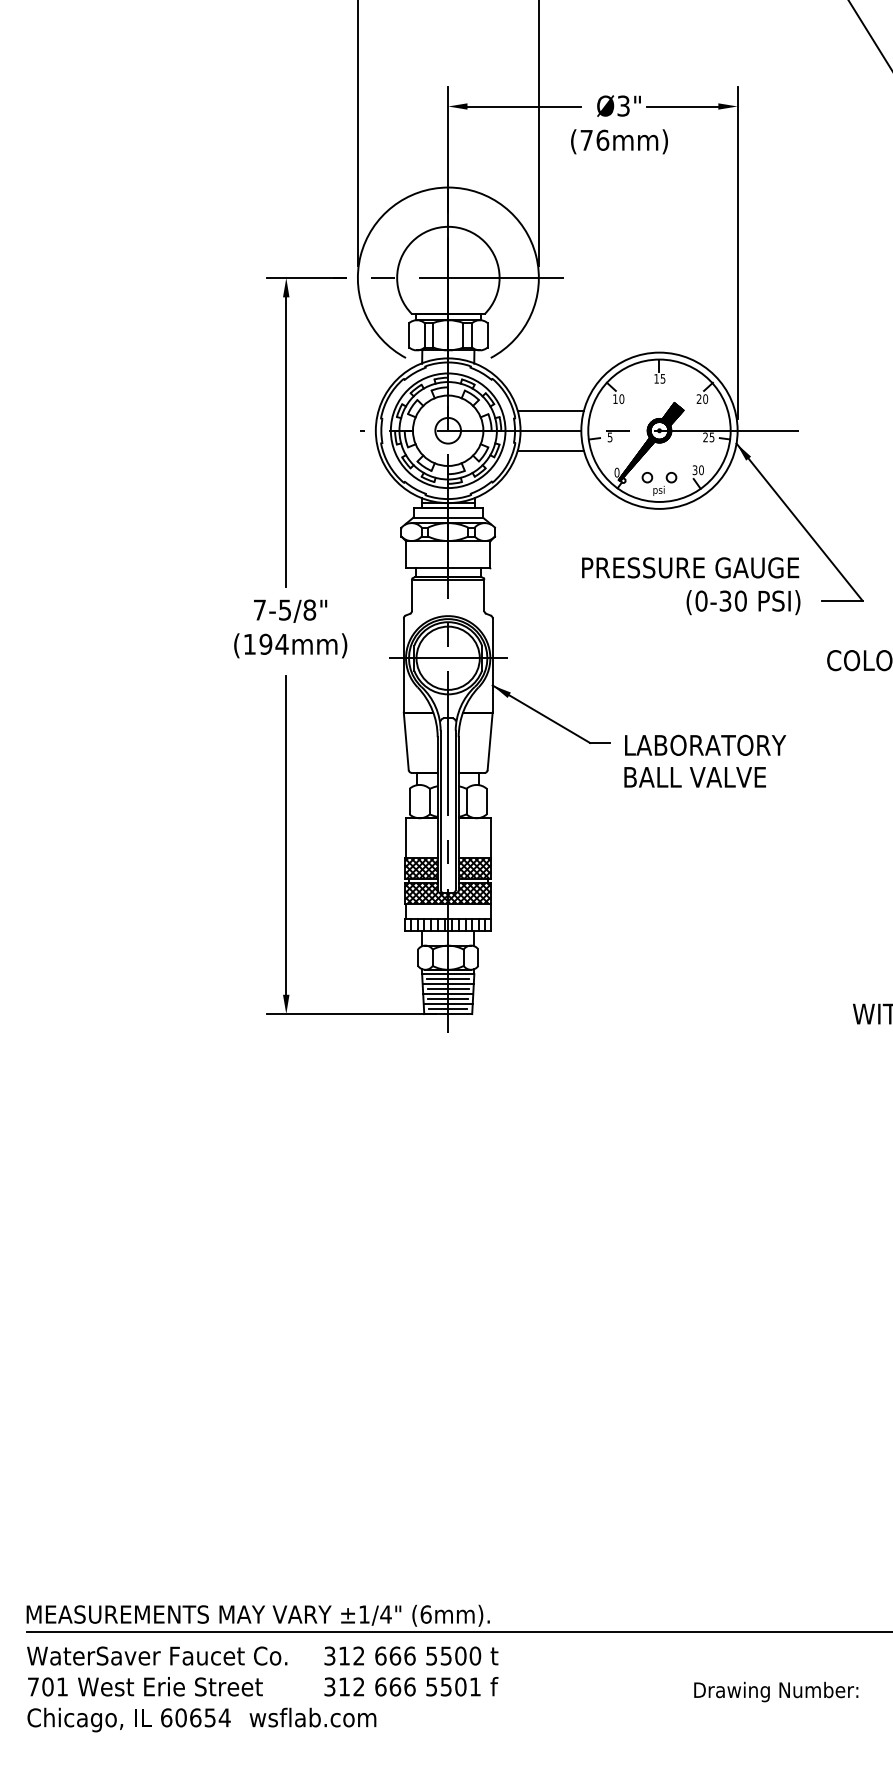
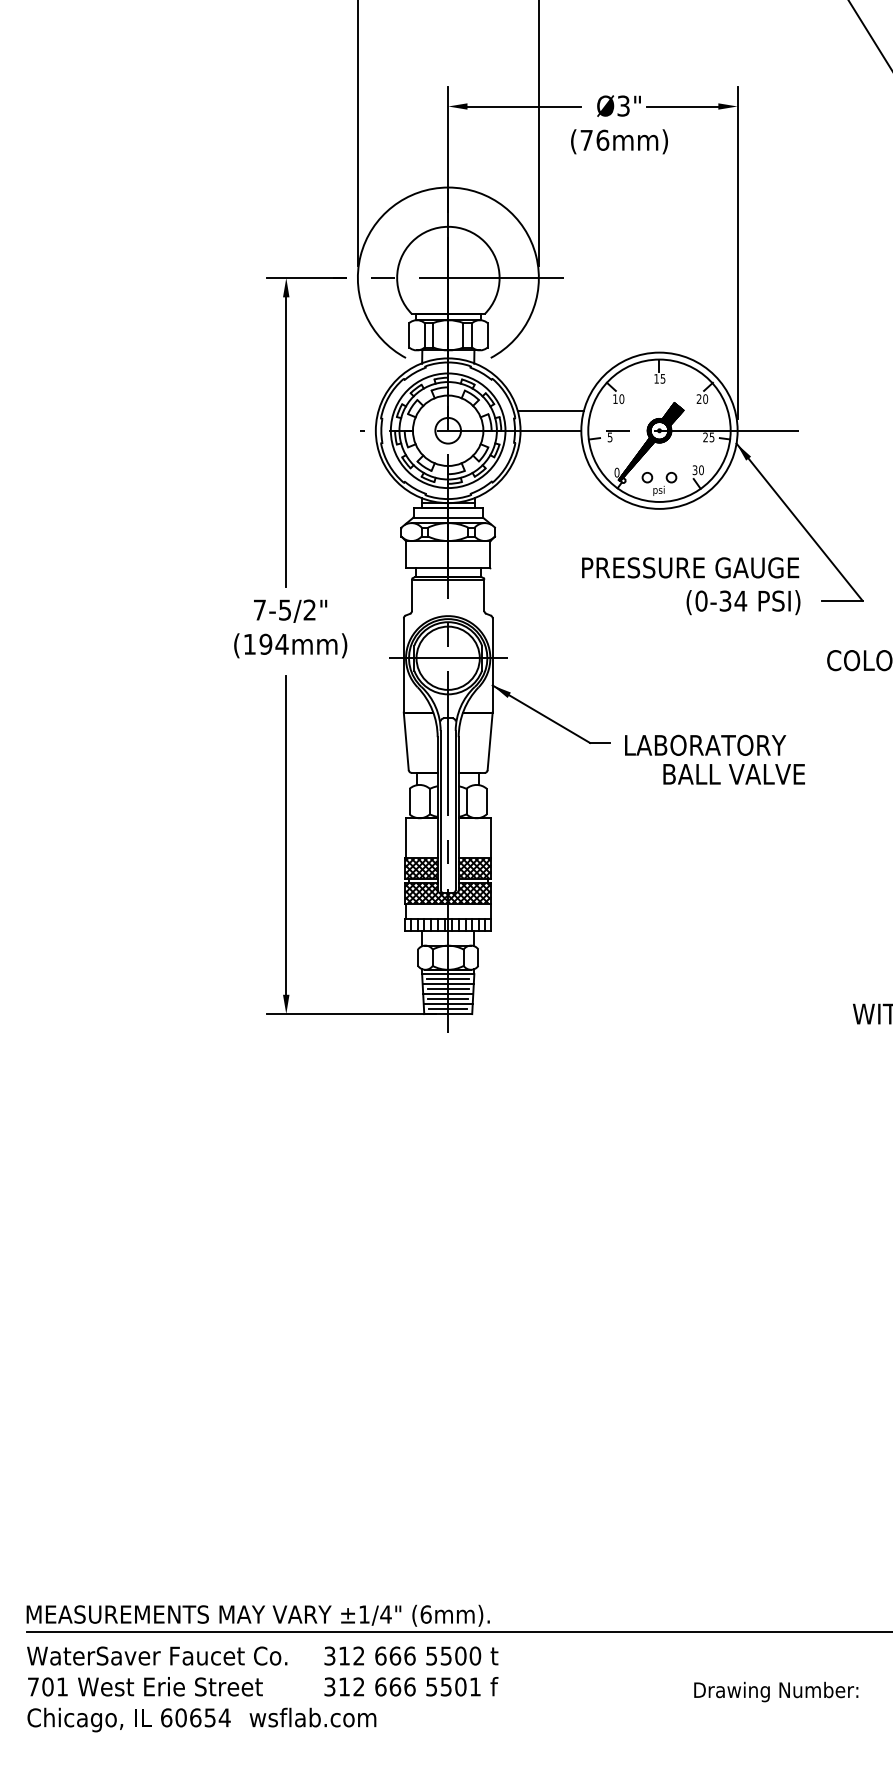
line at (550, 450): present -> none
text at (740, 600): (0-30 -> (0-34
text at (309, 609): 7-5/8" -> 7-5/2"
text at (694, 777) position: (694, 777) -> (733, 774)
